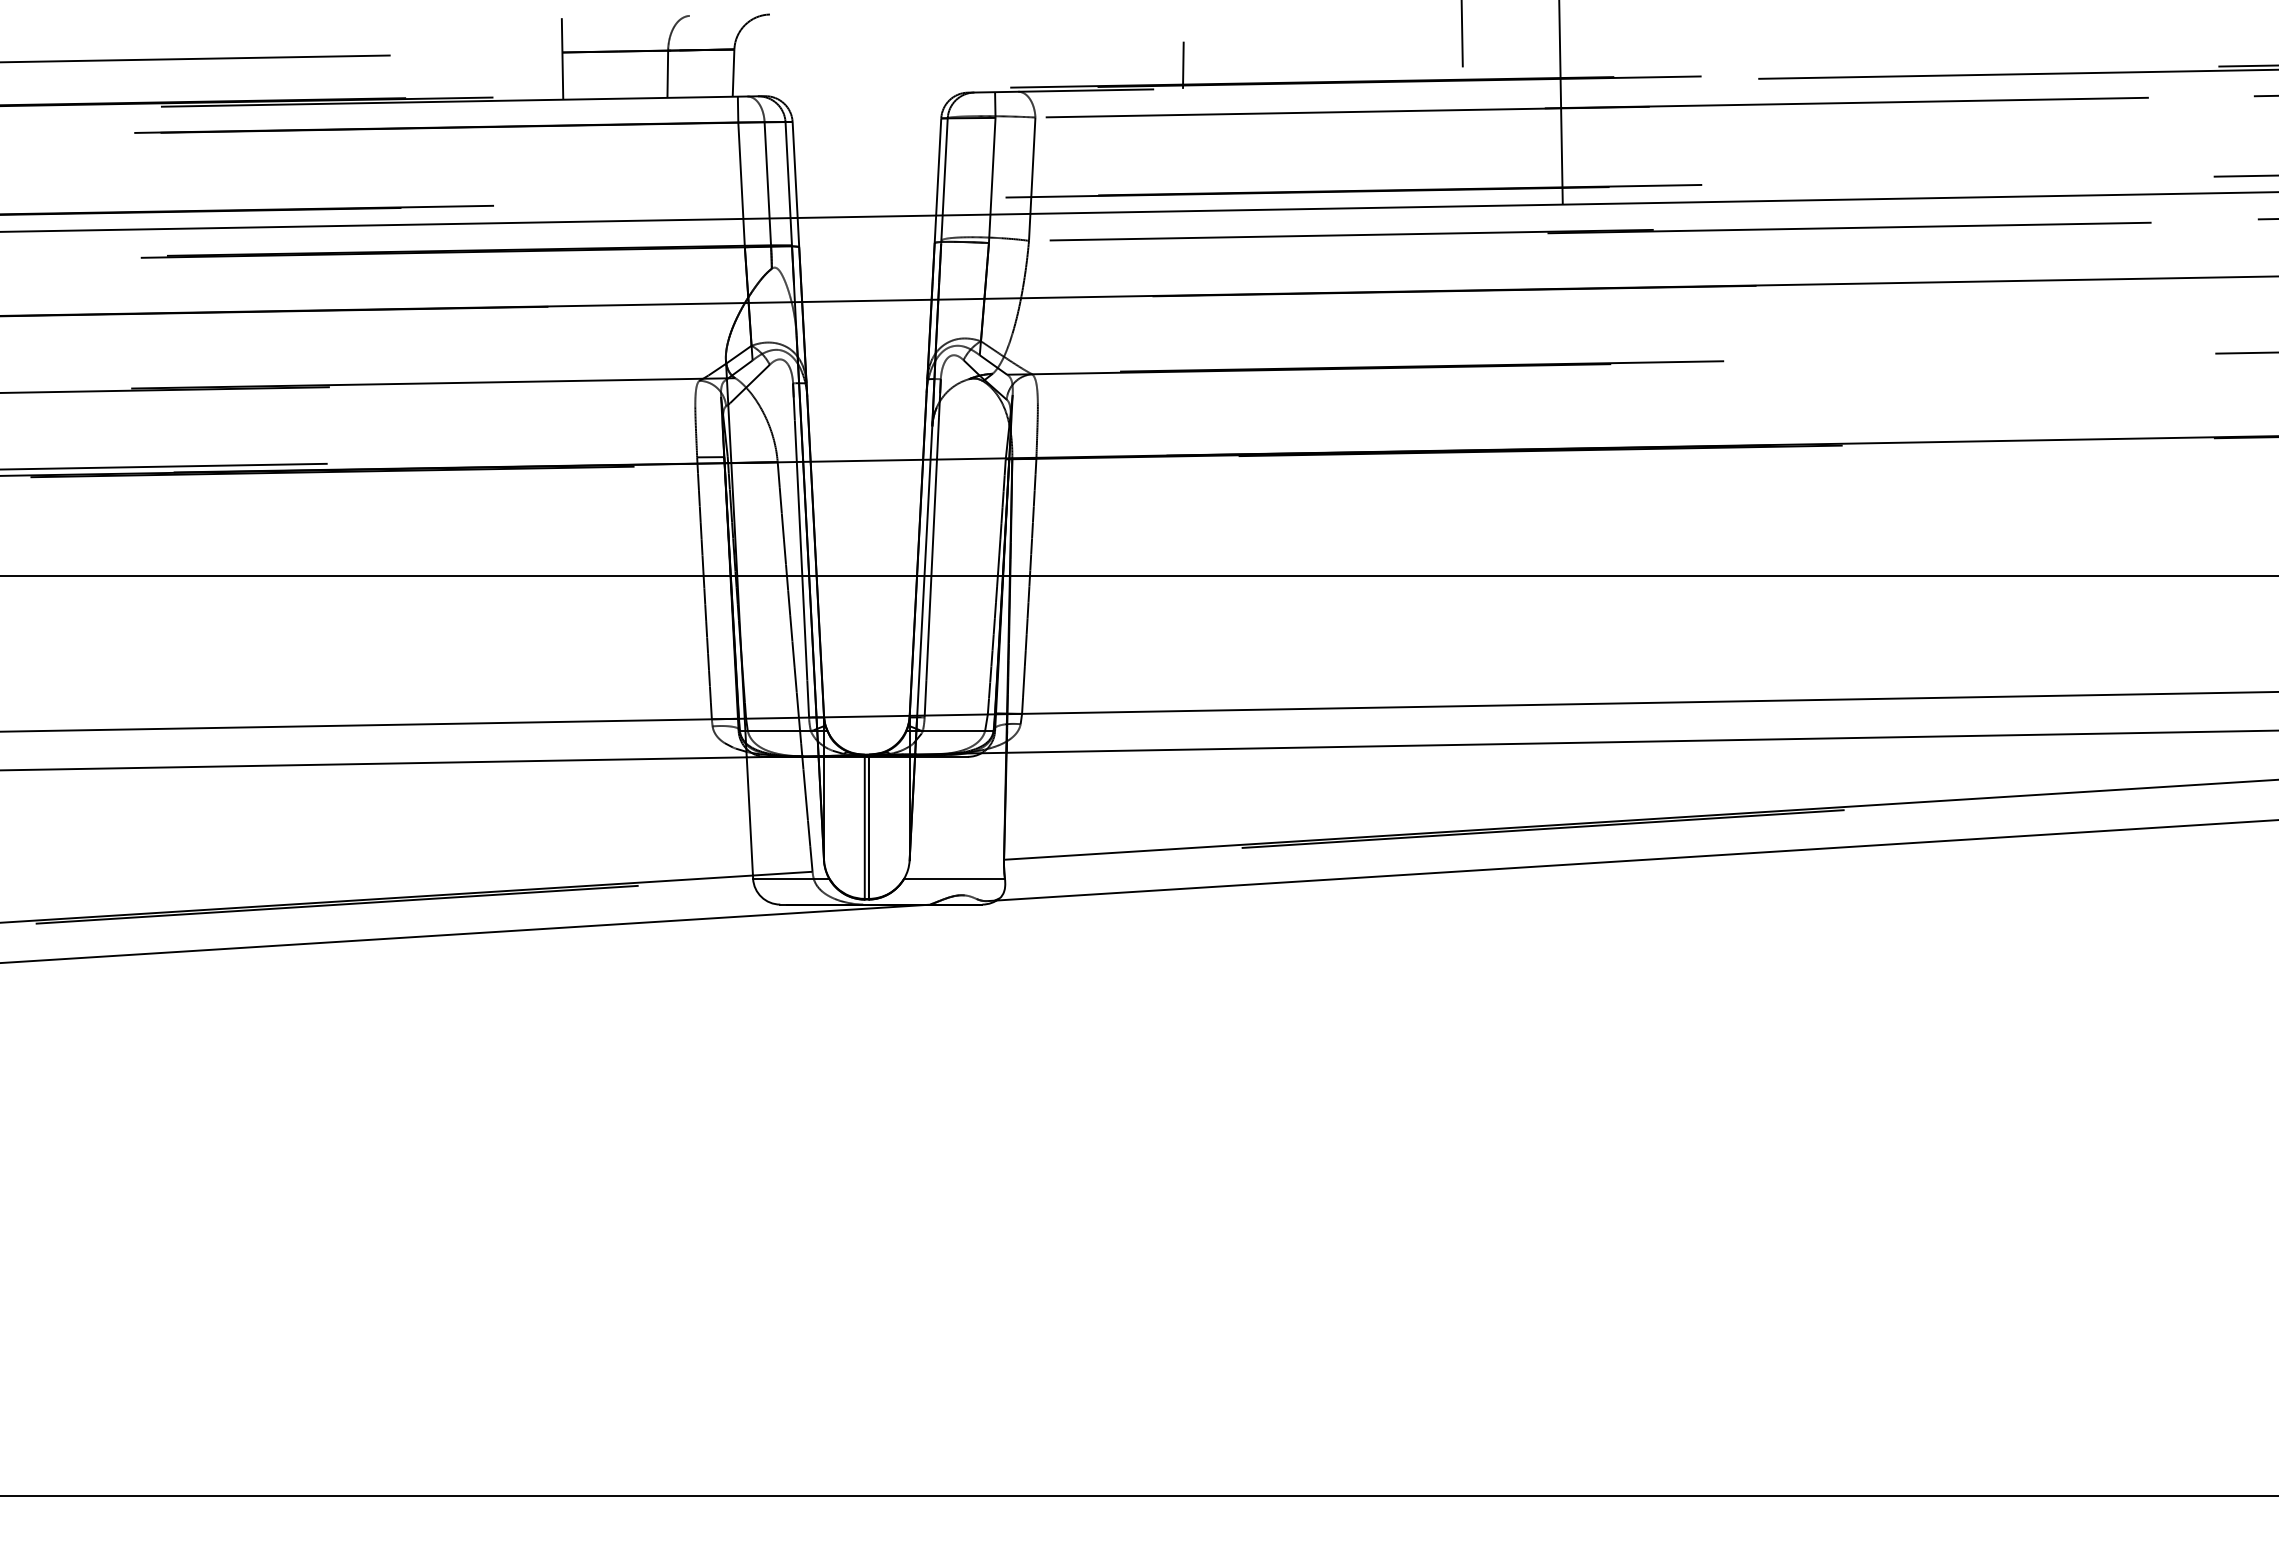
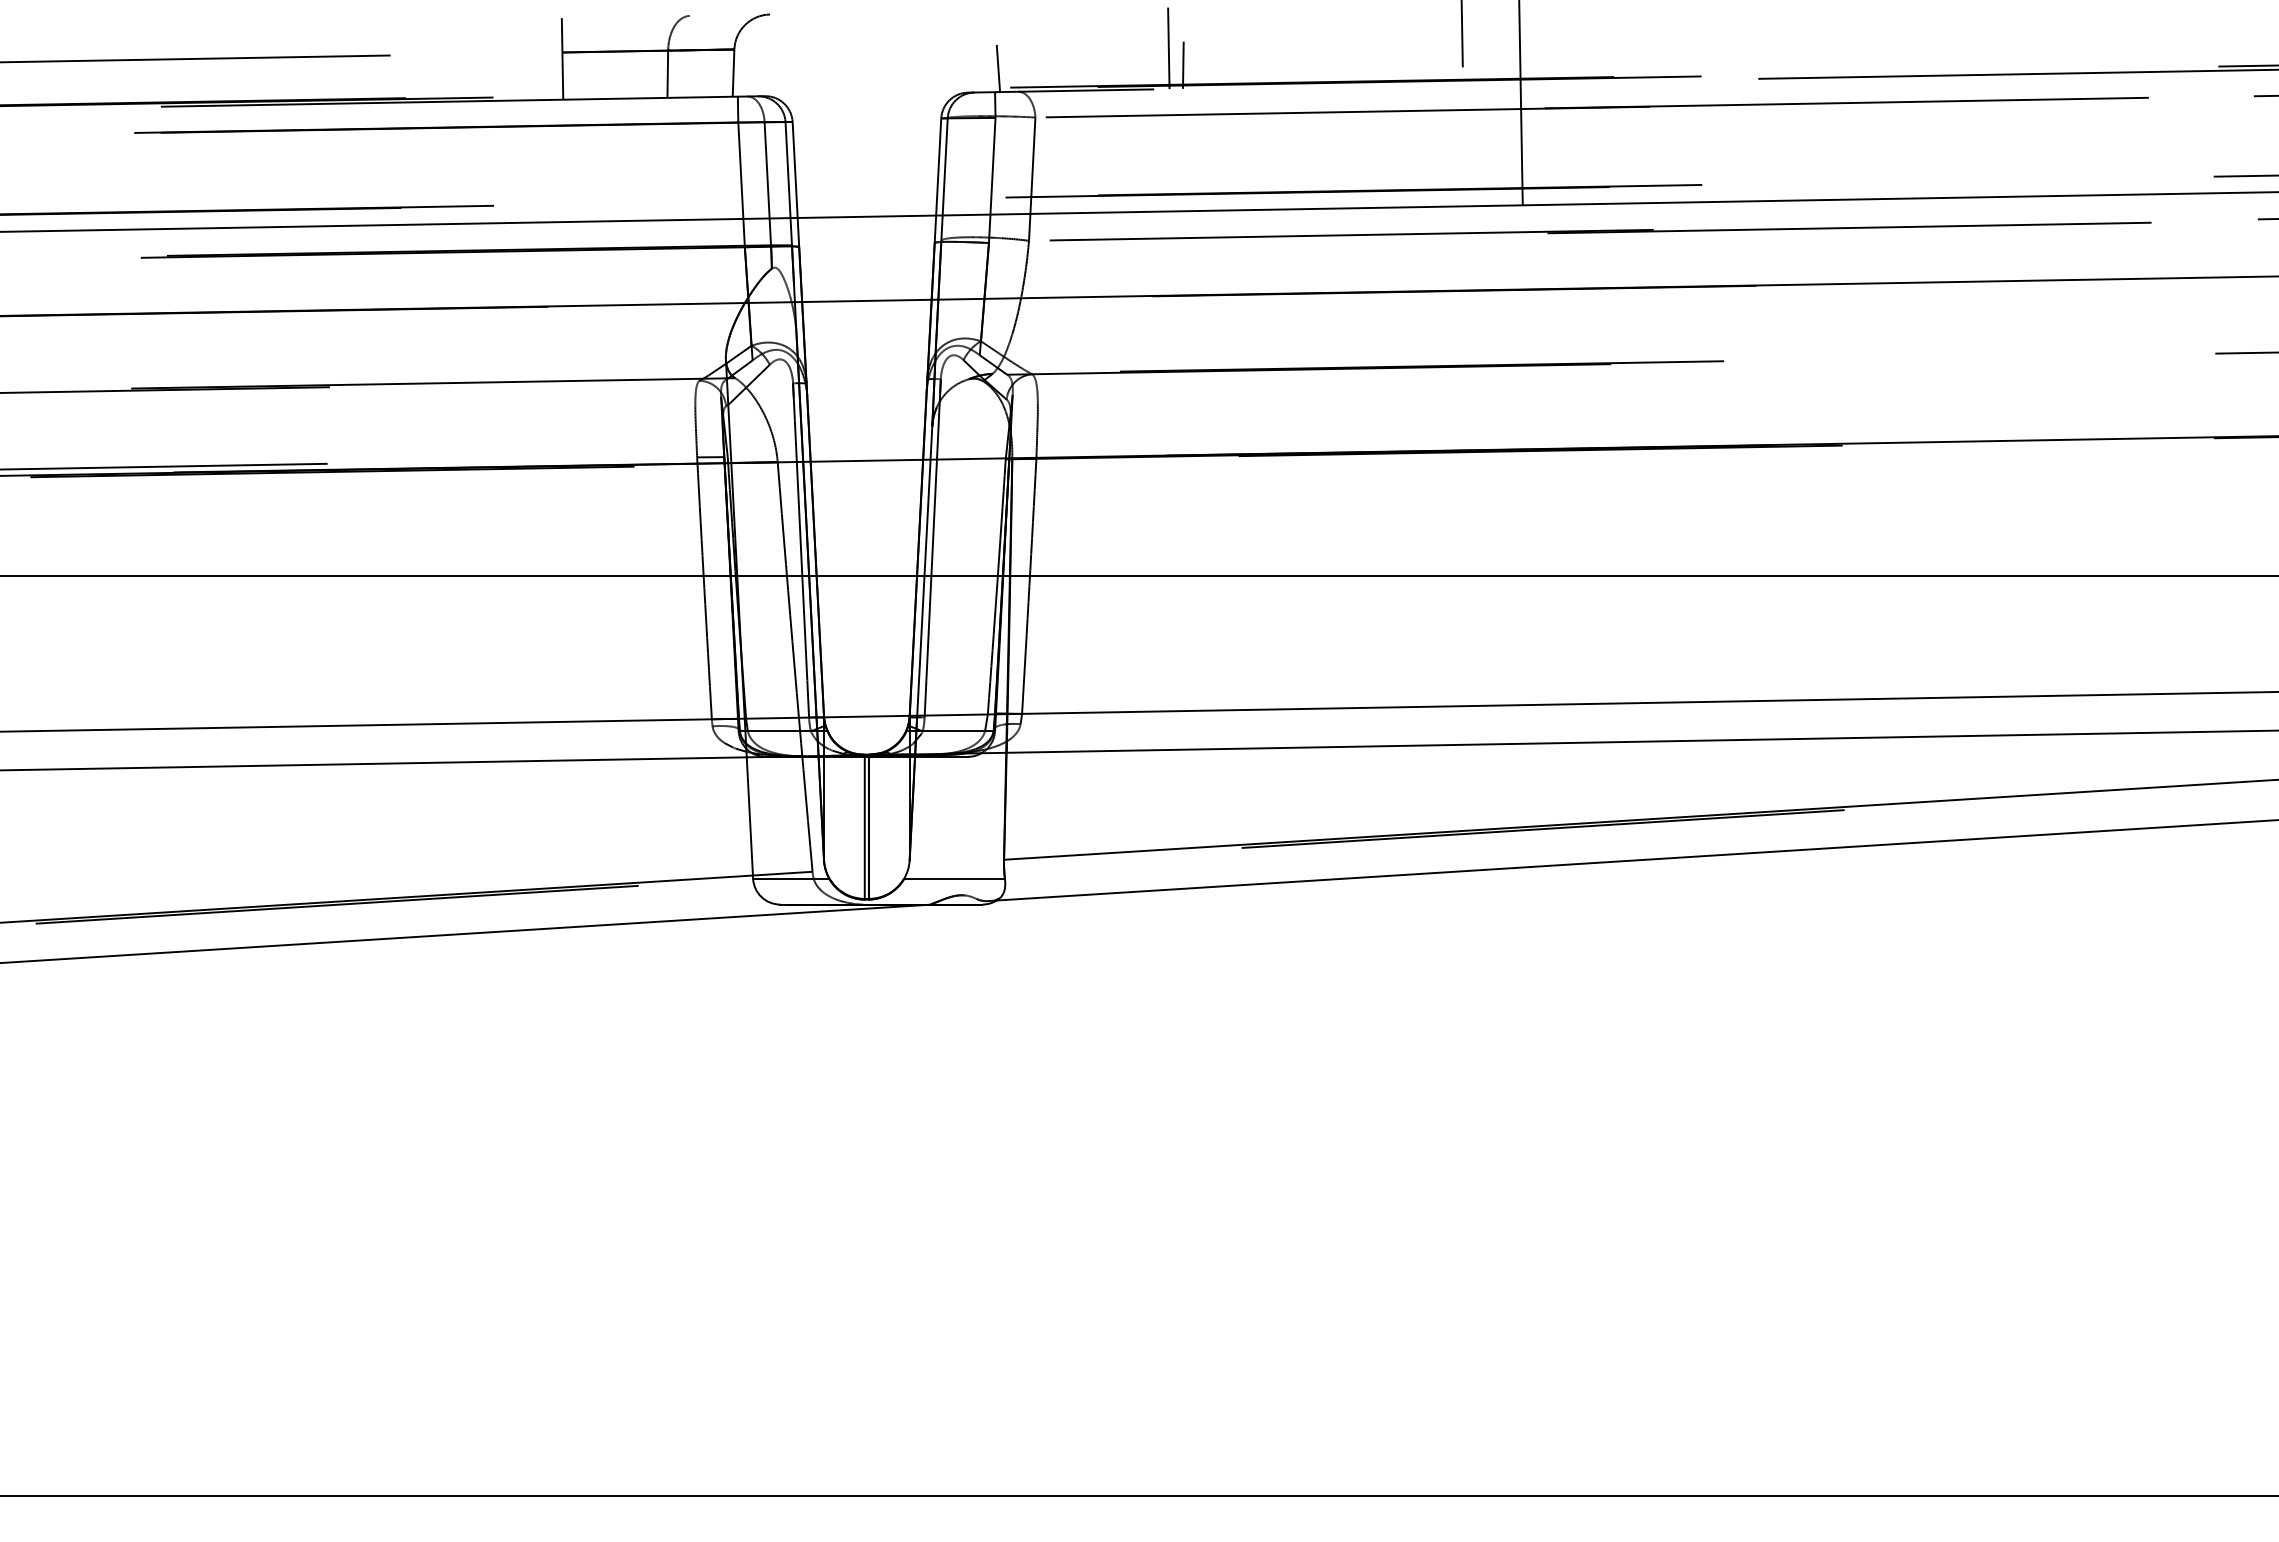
line at (1168, 48): none -> present
line at (998, 68): none -> present
line at (1560, 103) position: (1560, 103) -> (1520, 103)
